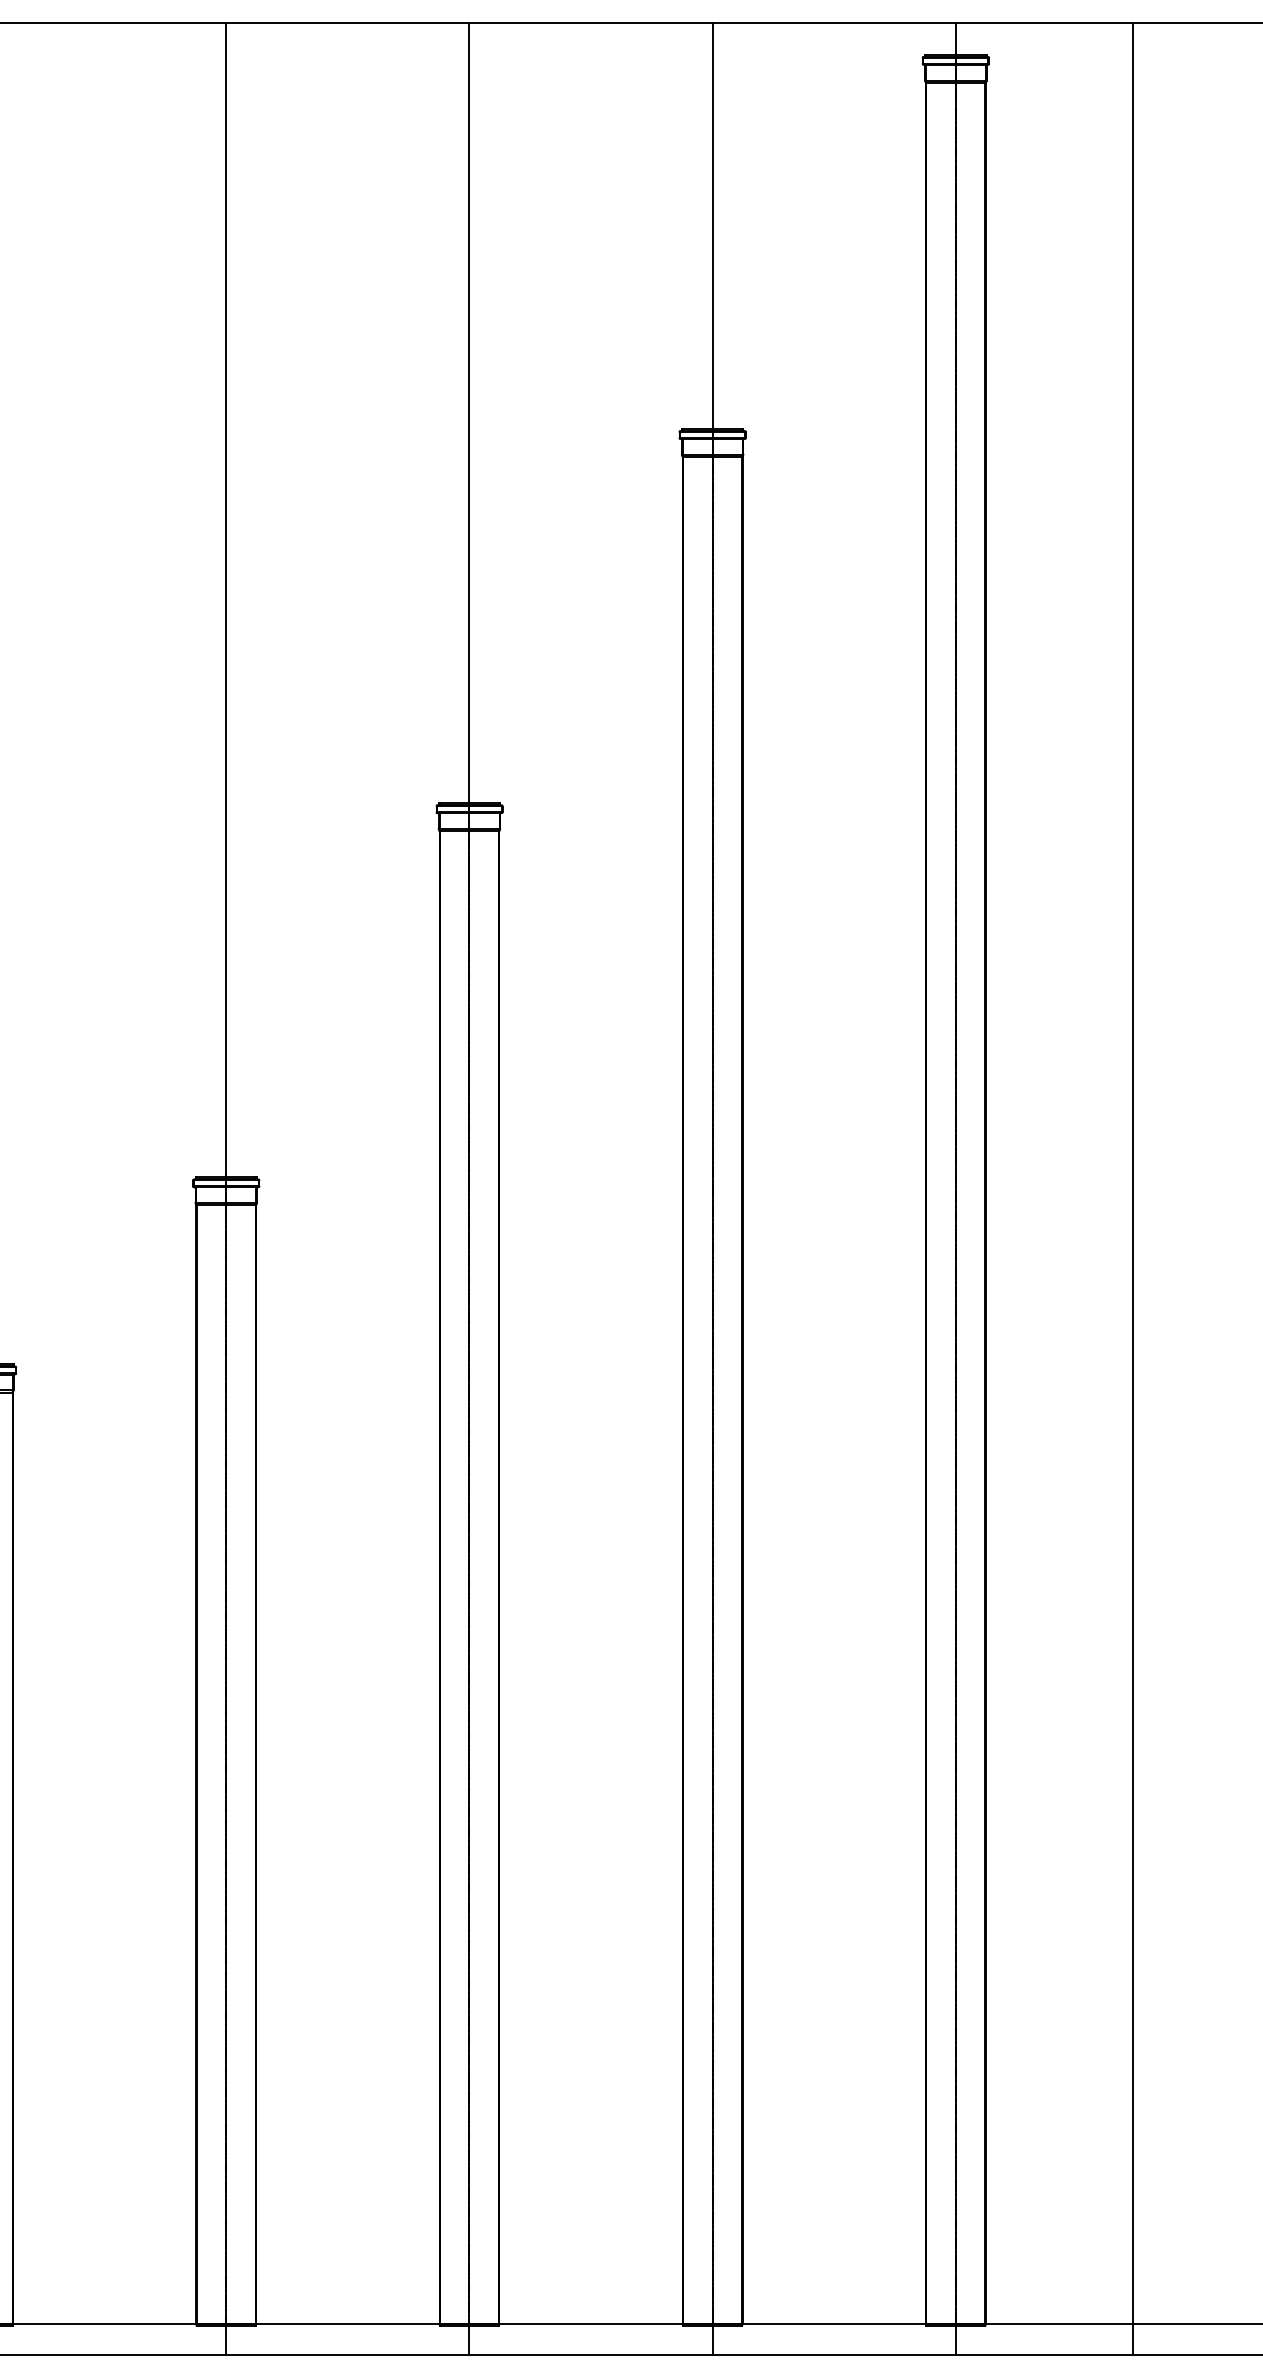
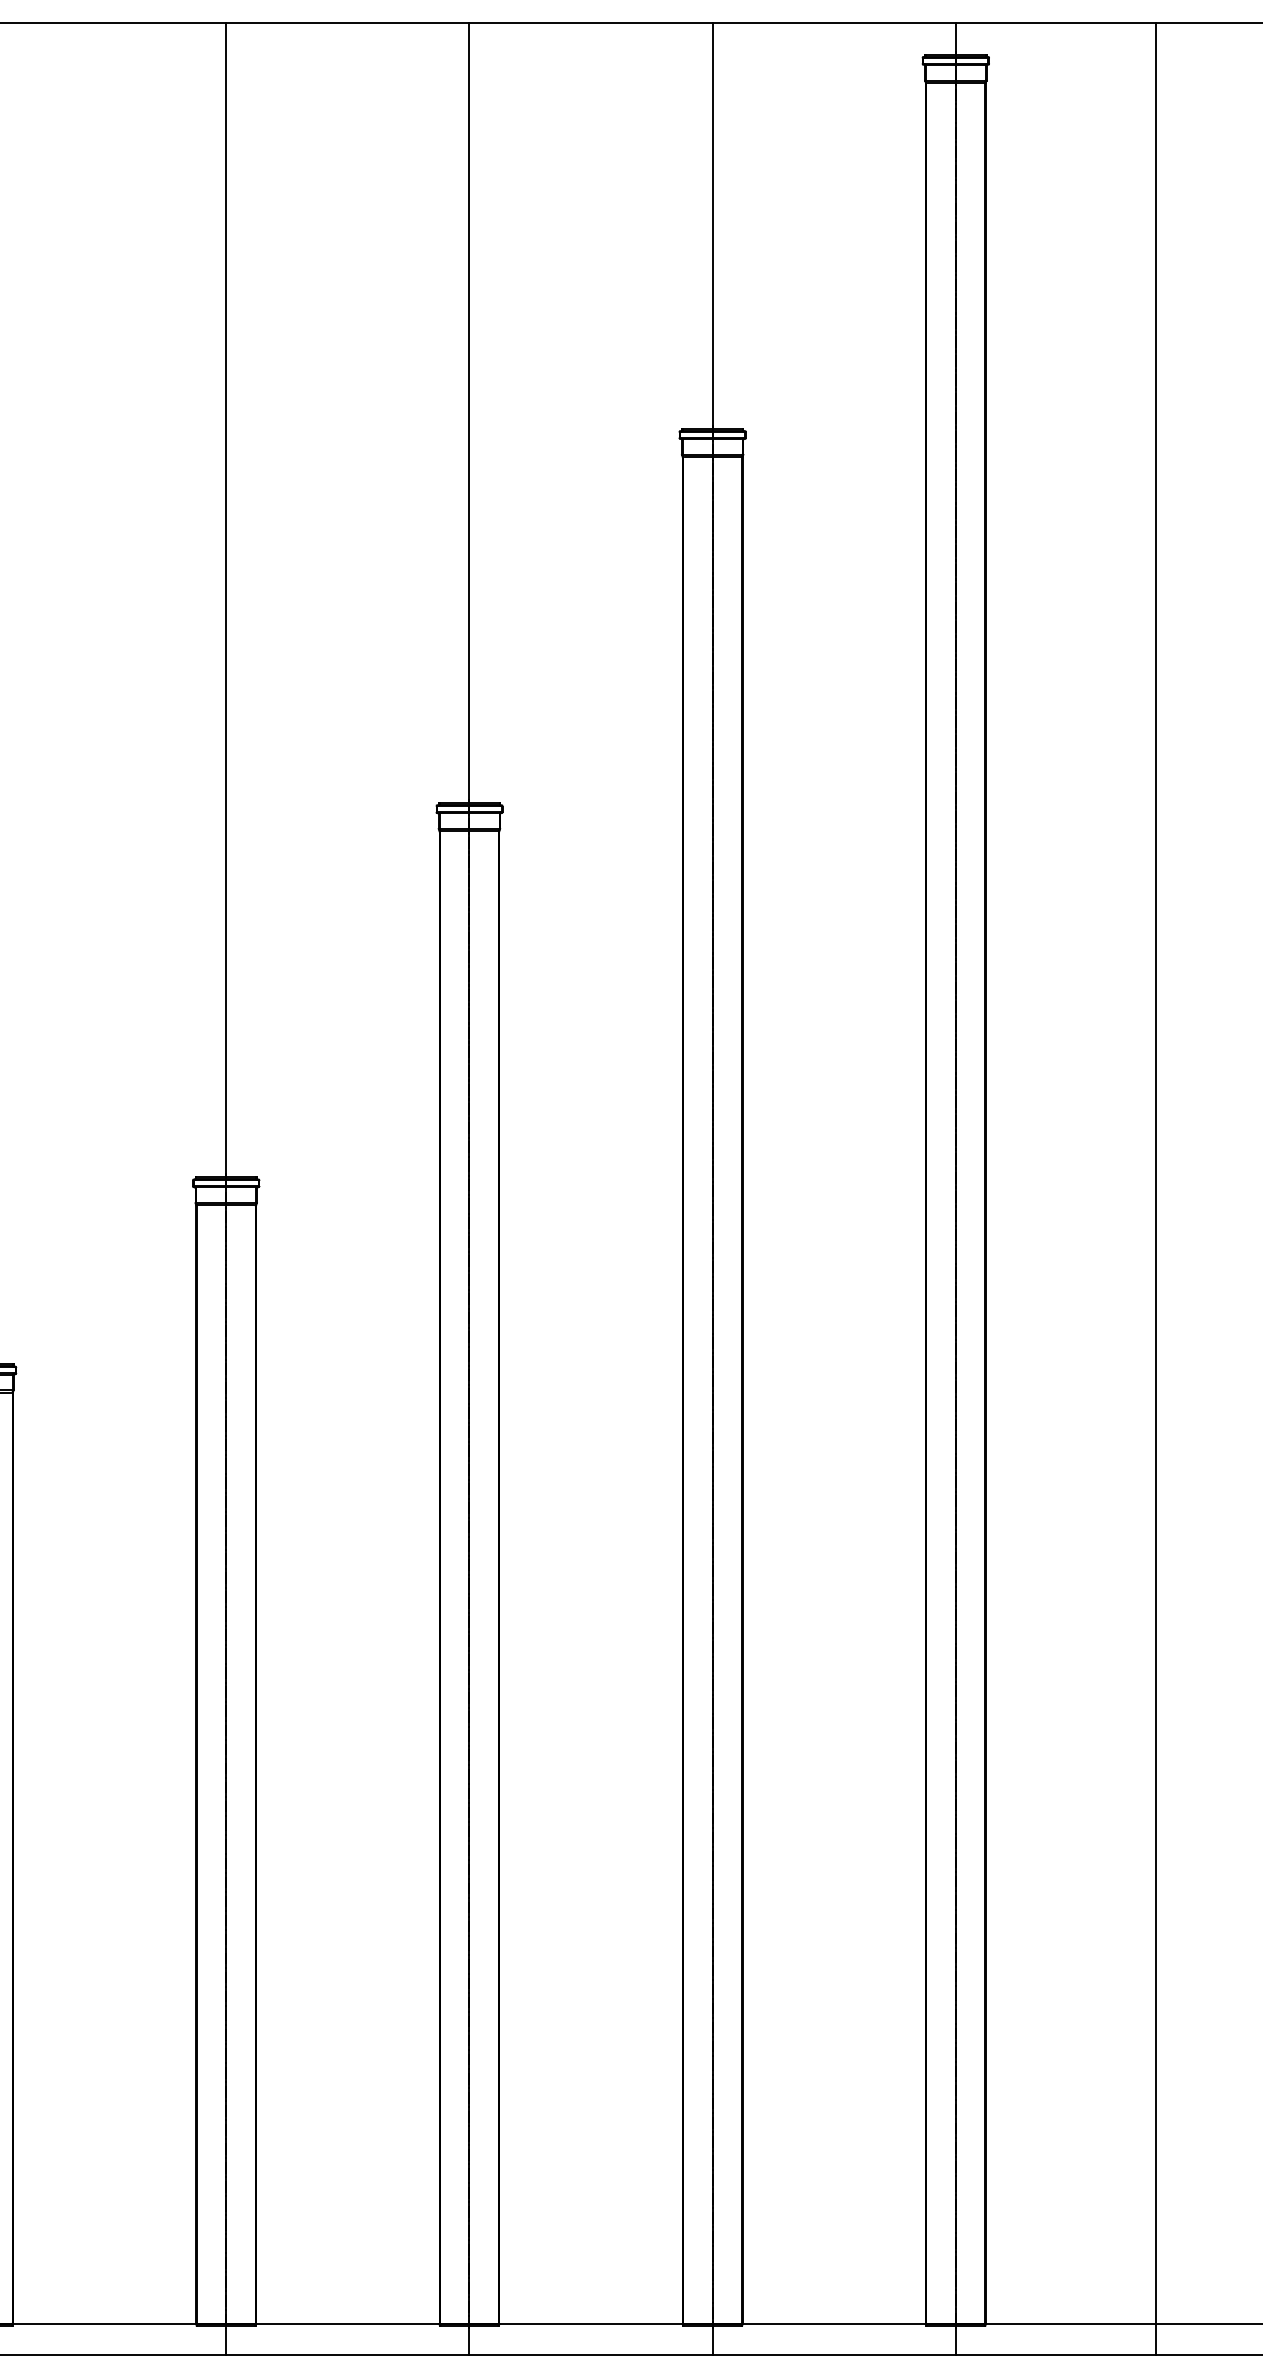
line at (1133, 1188) position: (1133, 1188) -> (1156, 1188)
